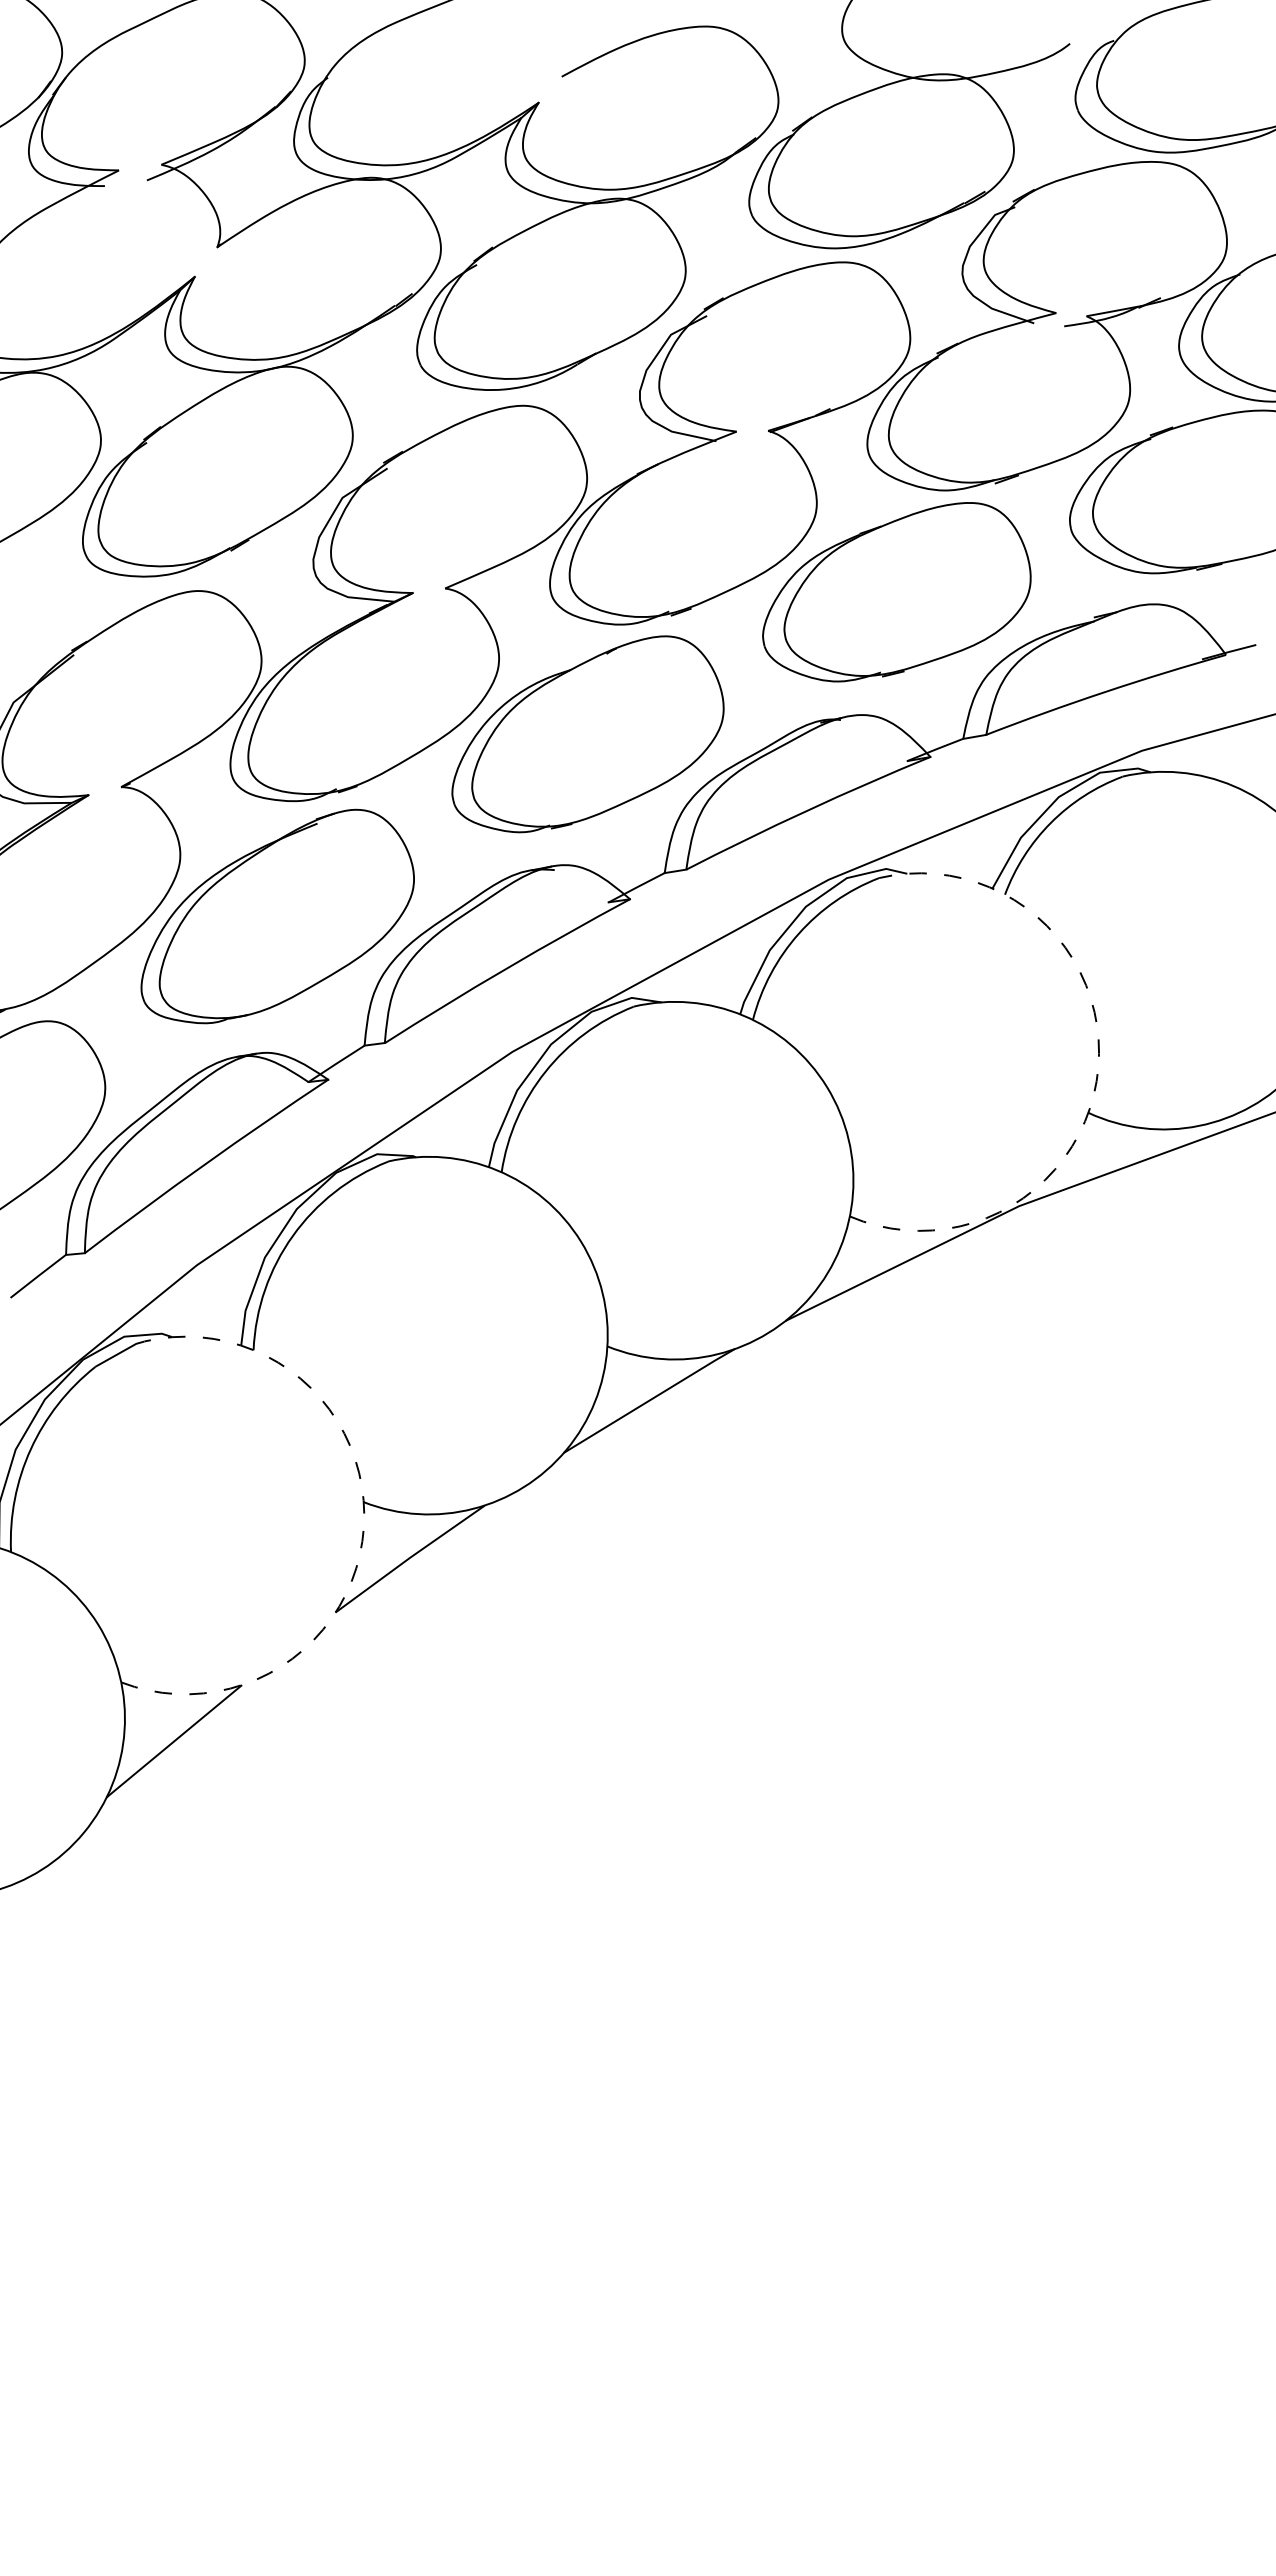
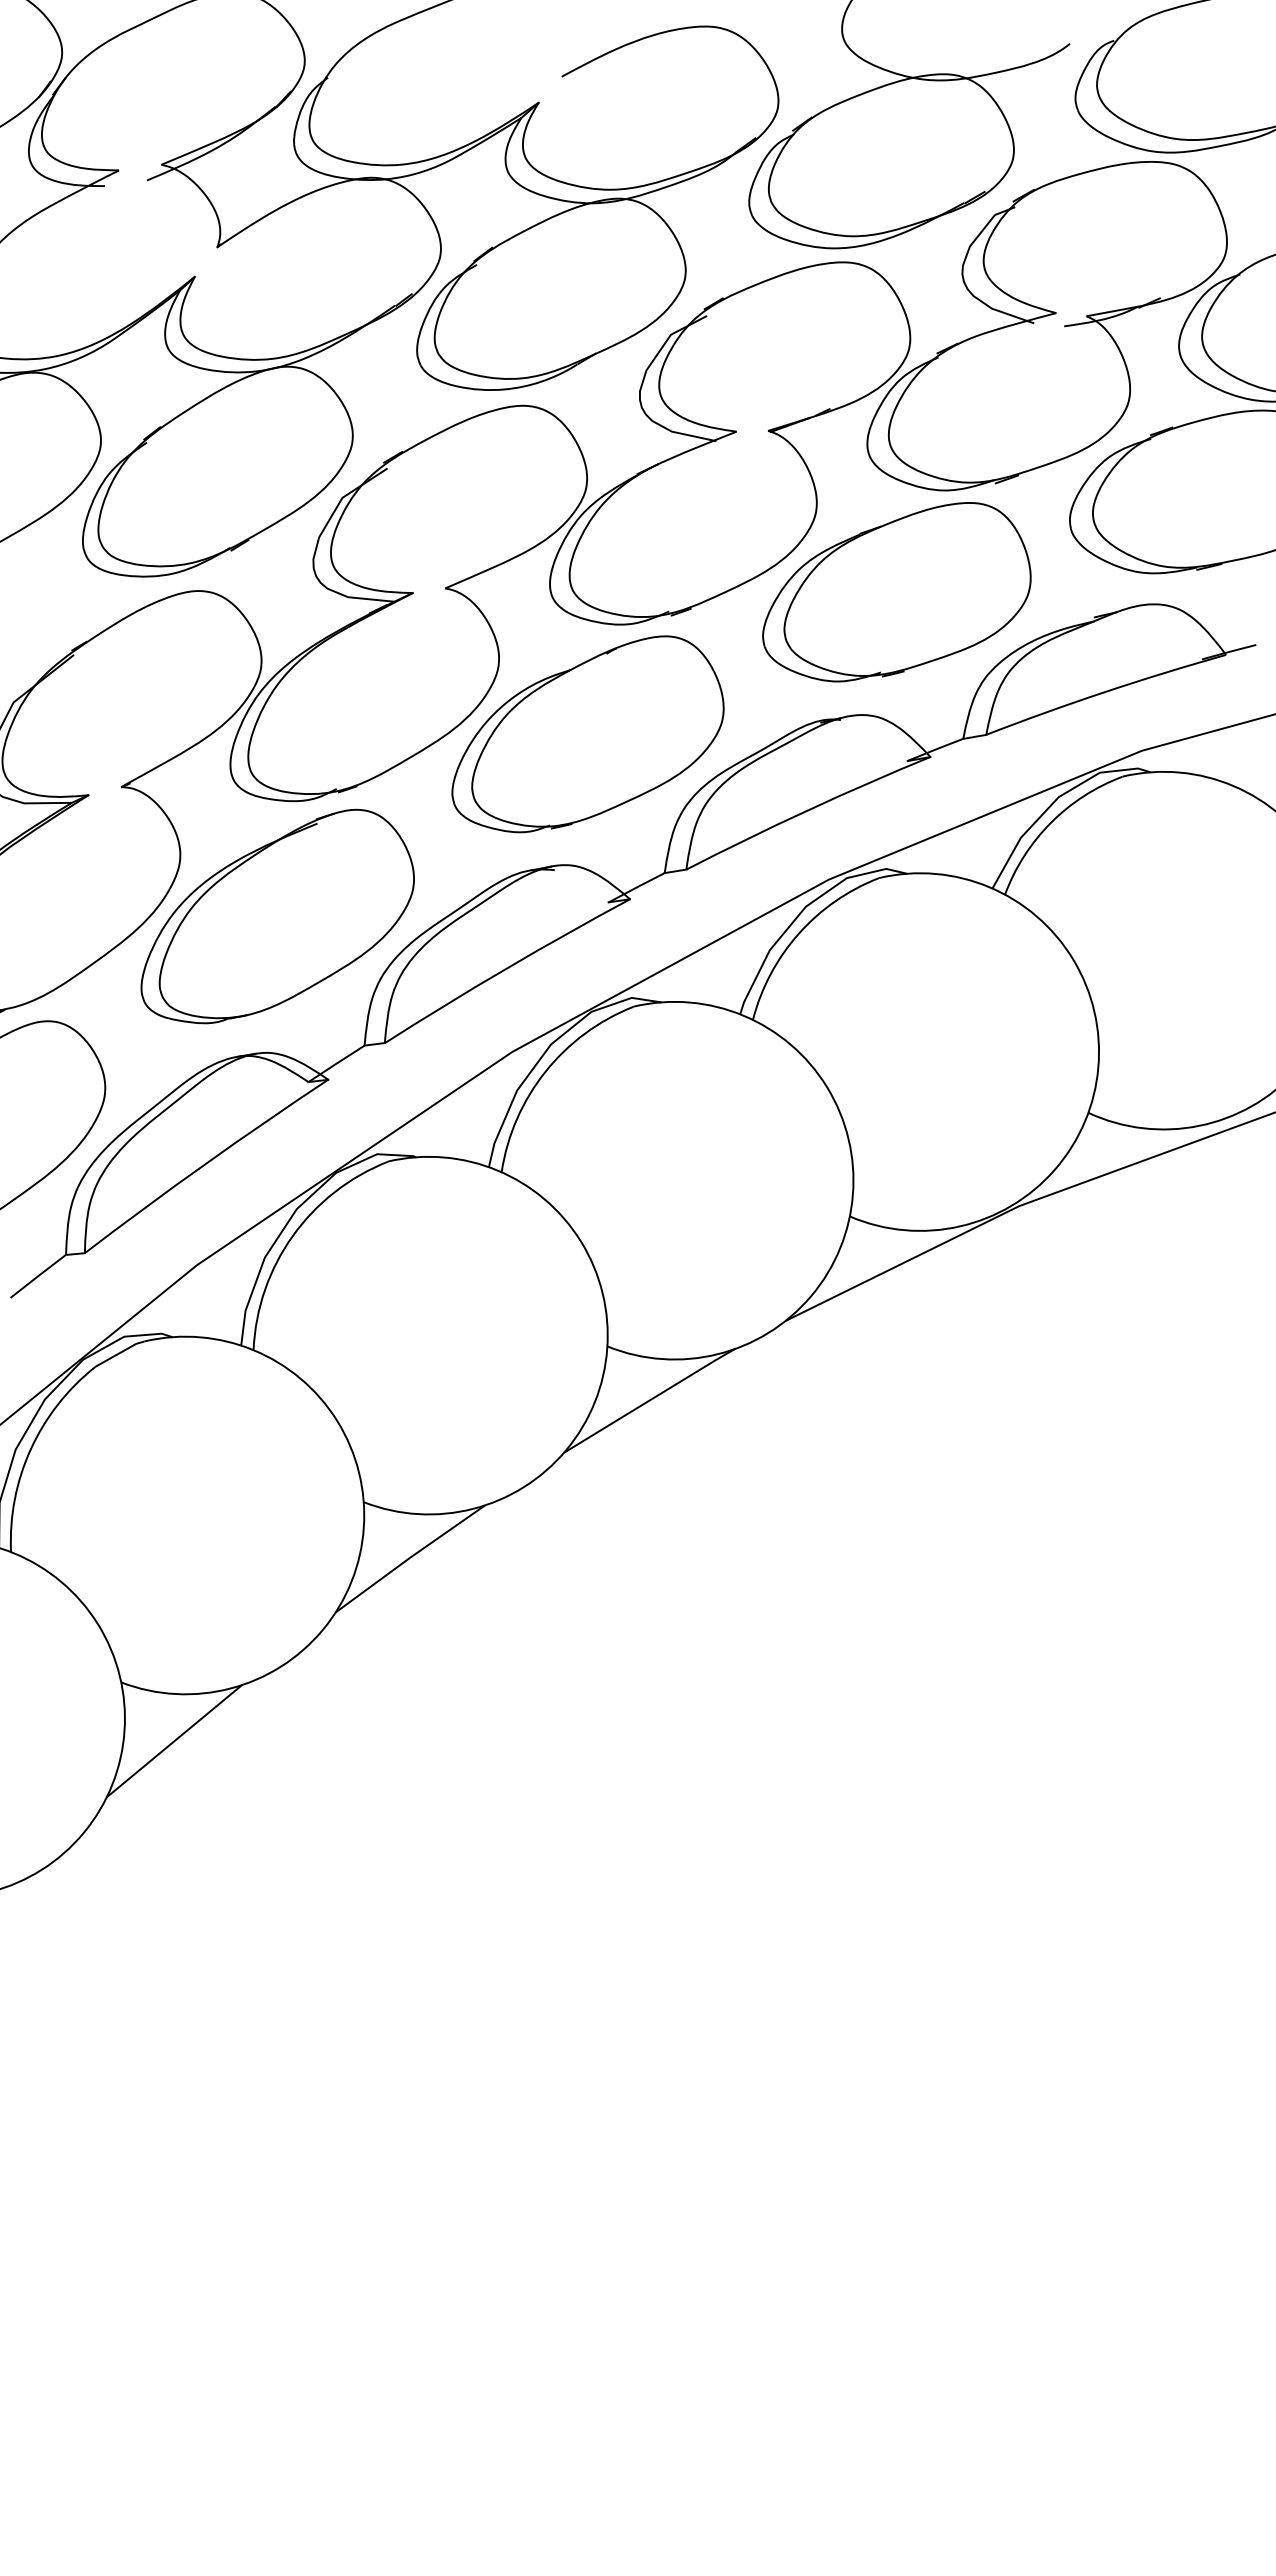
arc at (1098, 1067): dashed -> solid
arc at (363, 1527): dashed -> solid
